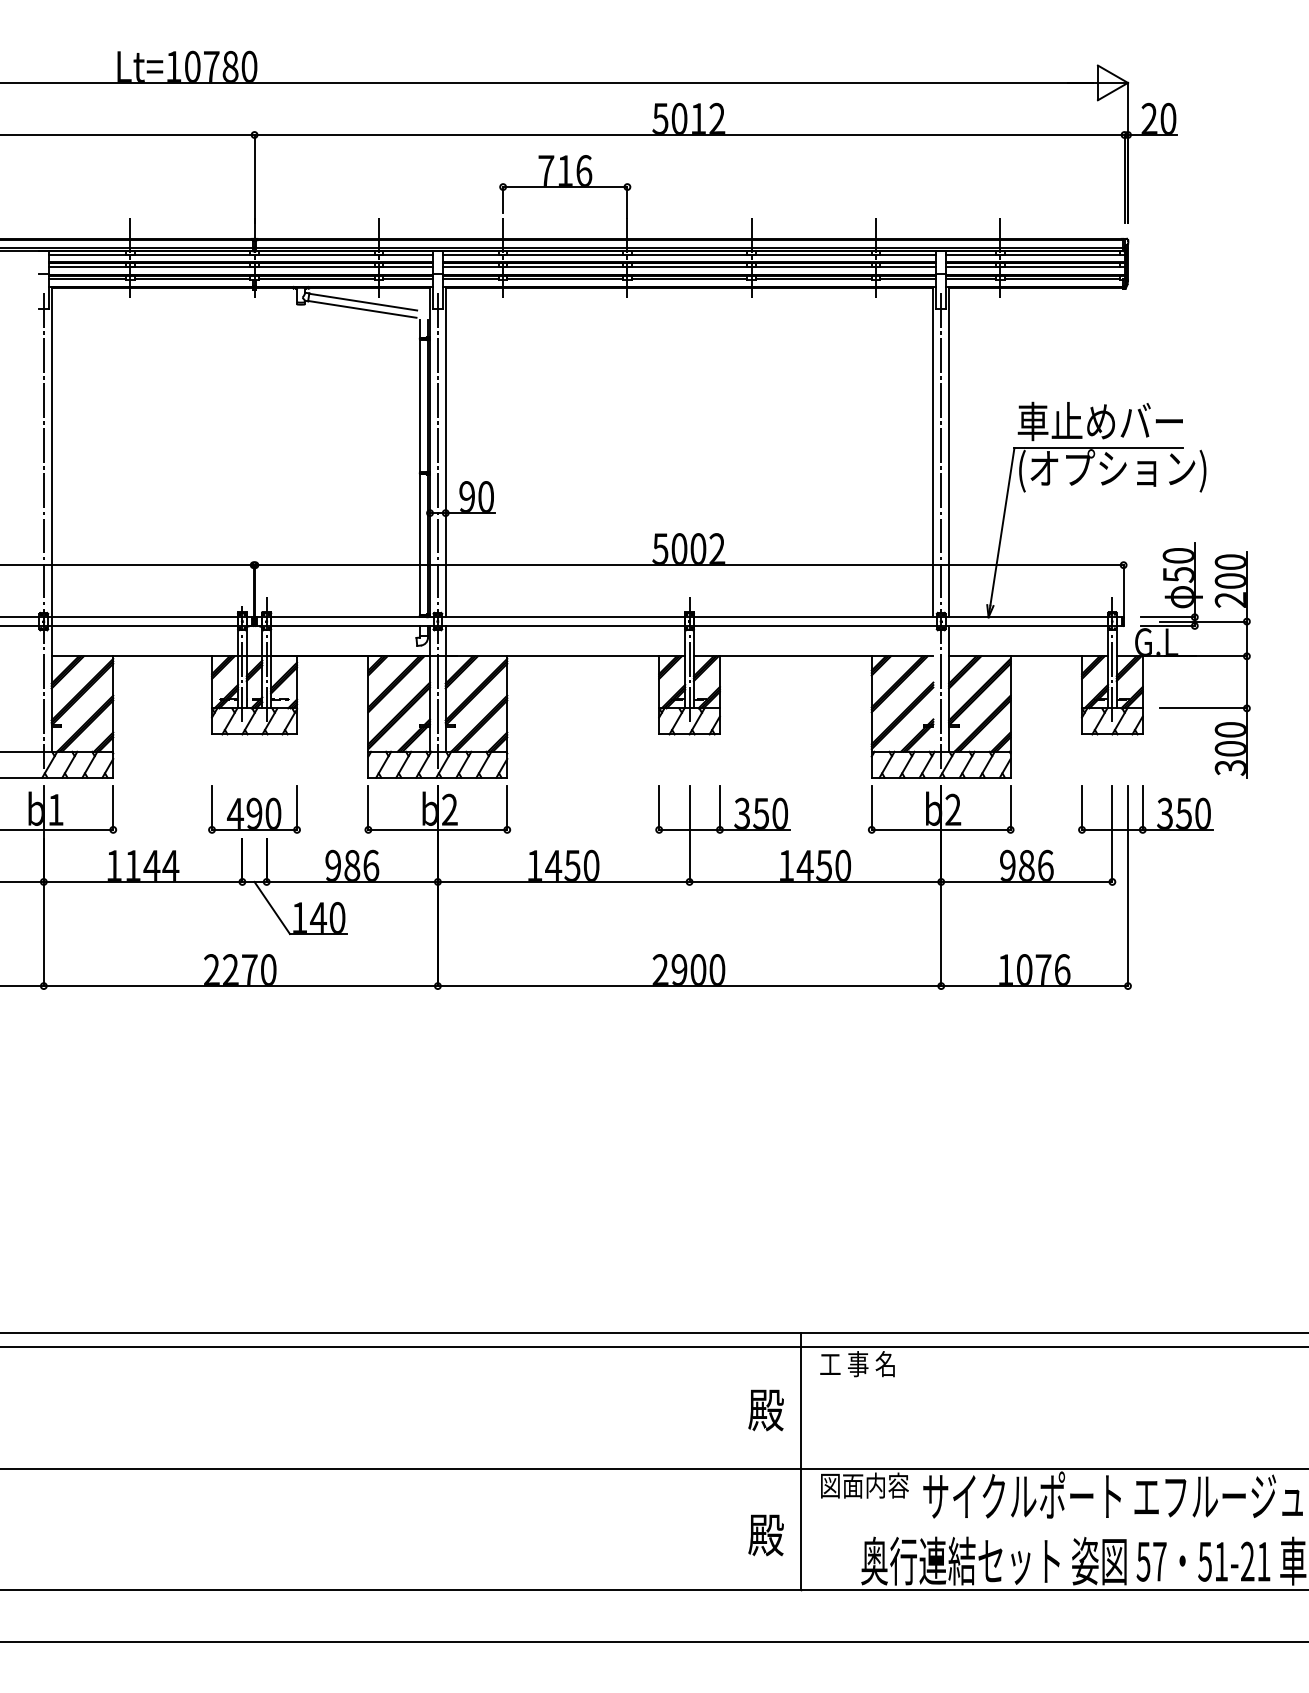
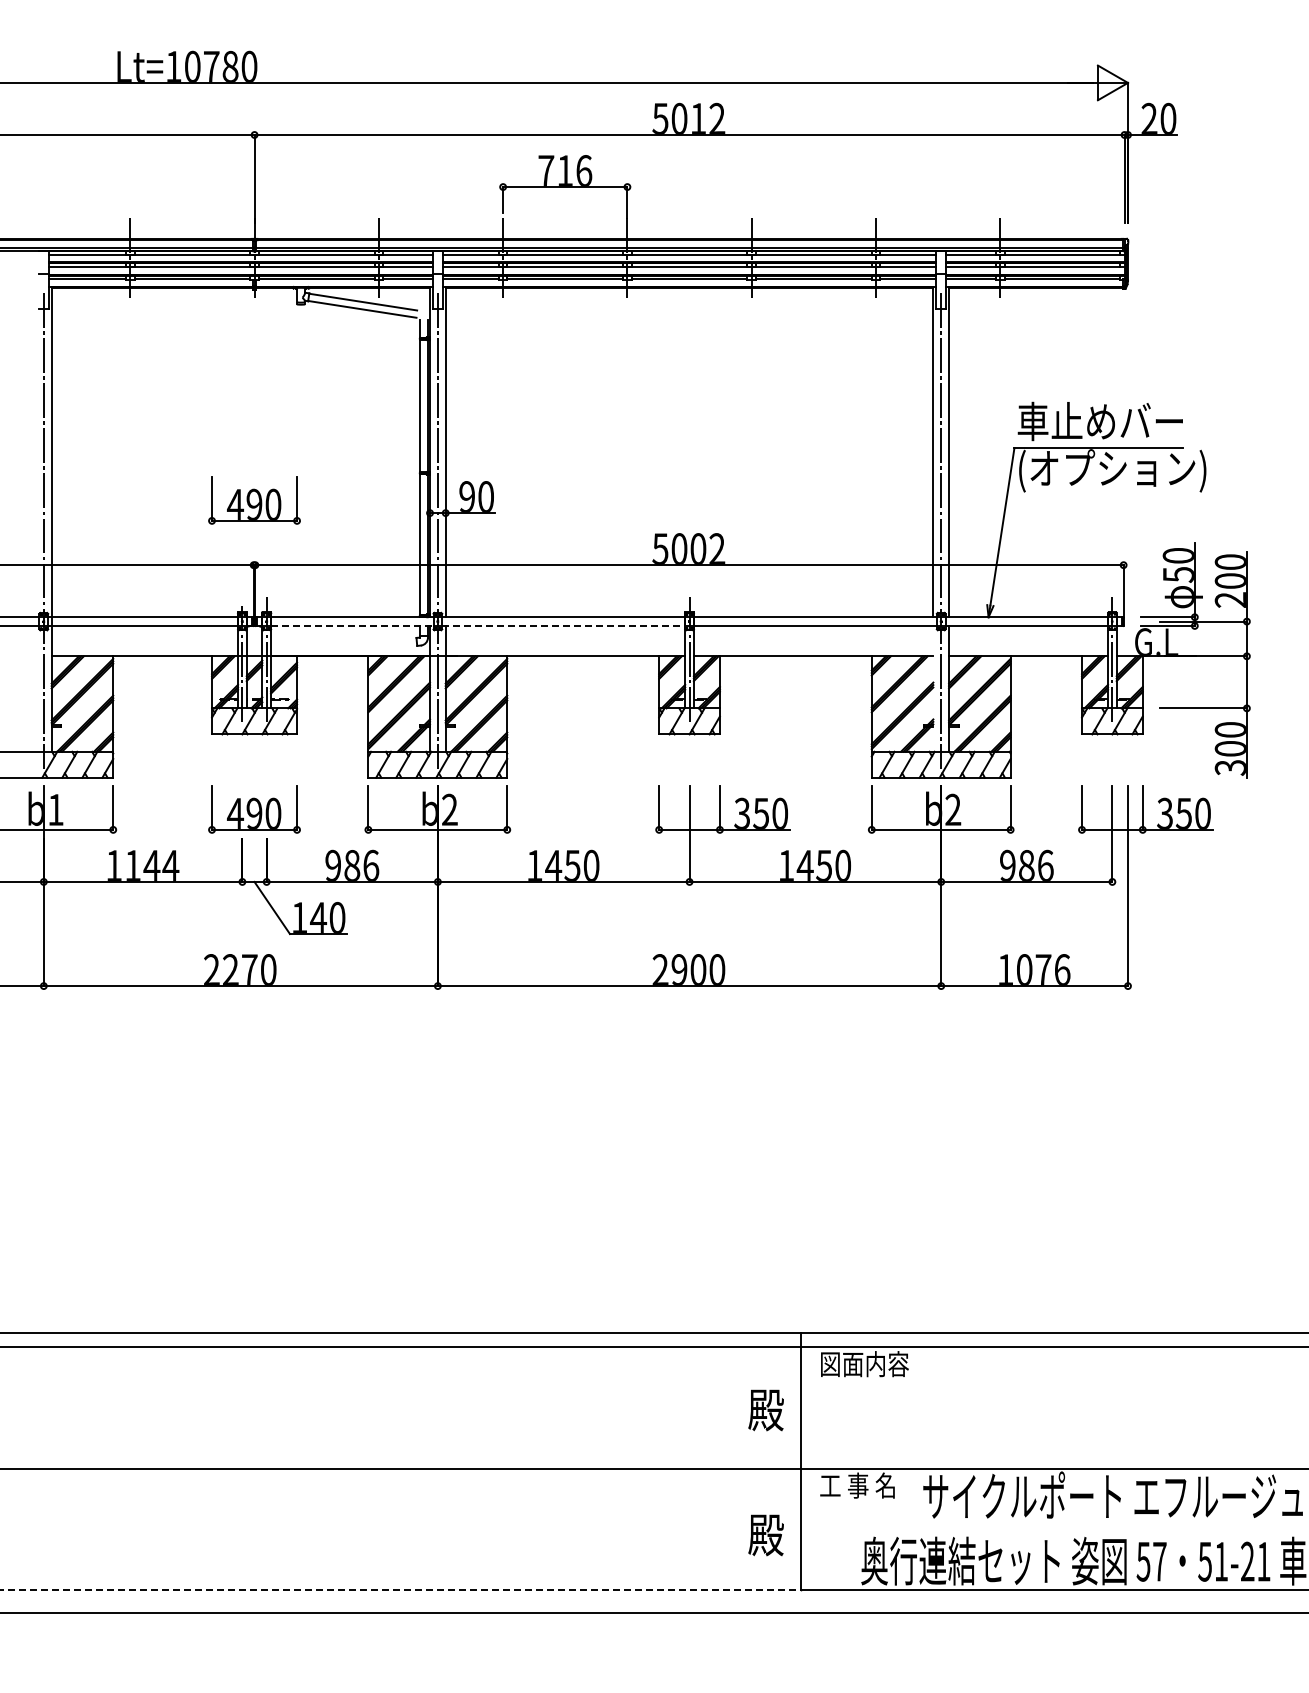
part at (254, 500): none -> present
line at (352, 625): solid -> dashed
line at (563, 625): solid -> dashed
text at (864, 1364): 工 事 名 -> 図面内容
text at (864, 1485): 図面内容 -> 工 事 名
line at (400, 1590): solid -> dashed
line at (653, 1642) position: (653, 1642) -> (653, 1613)
